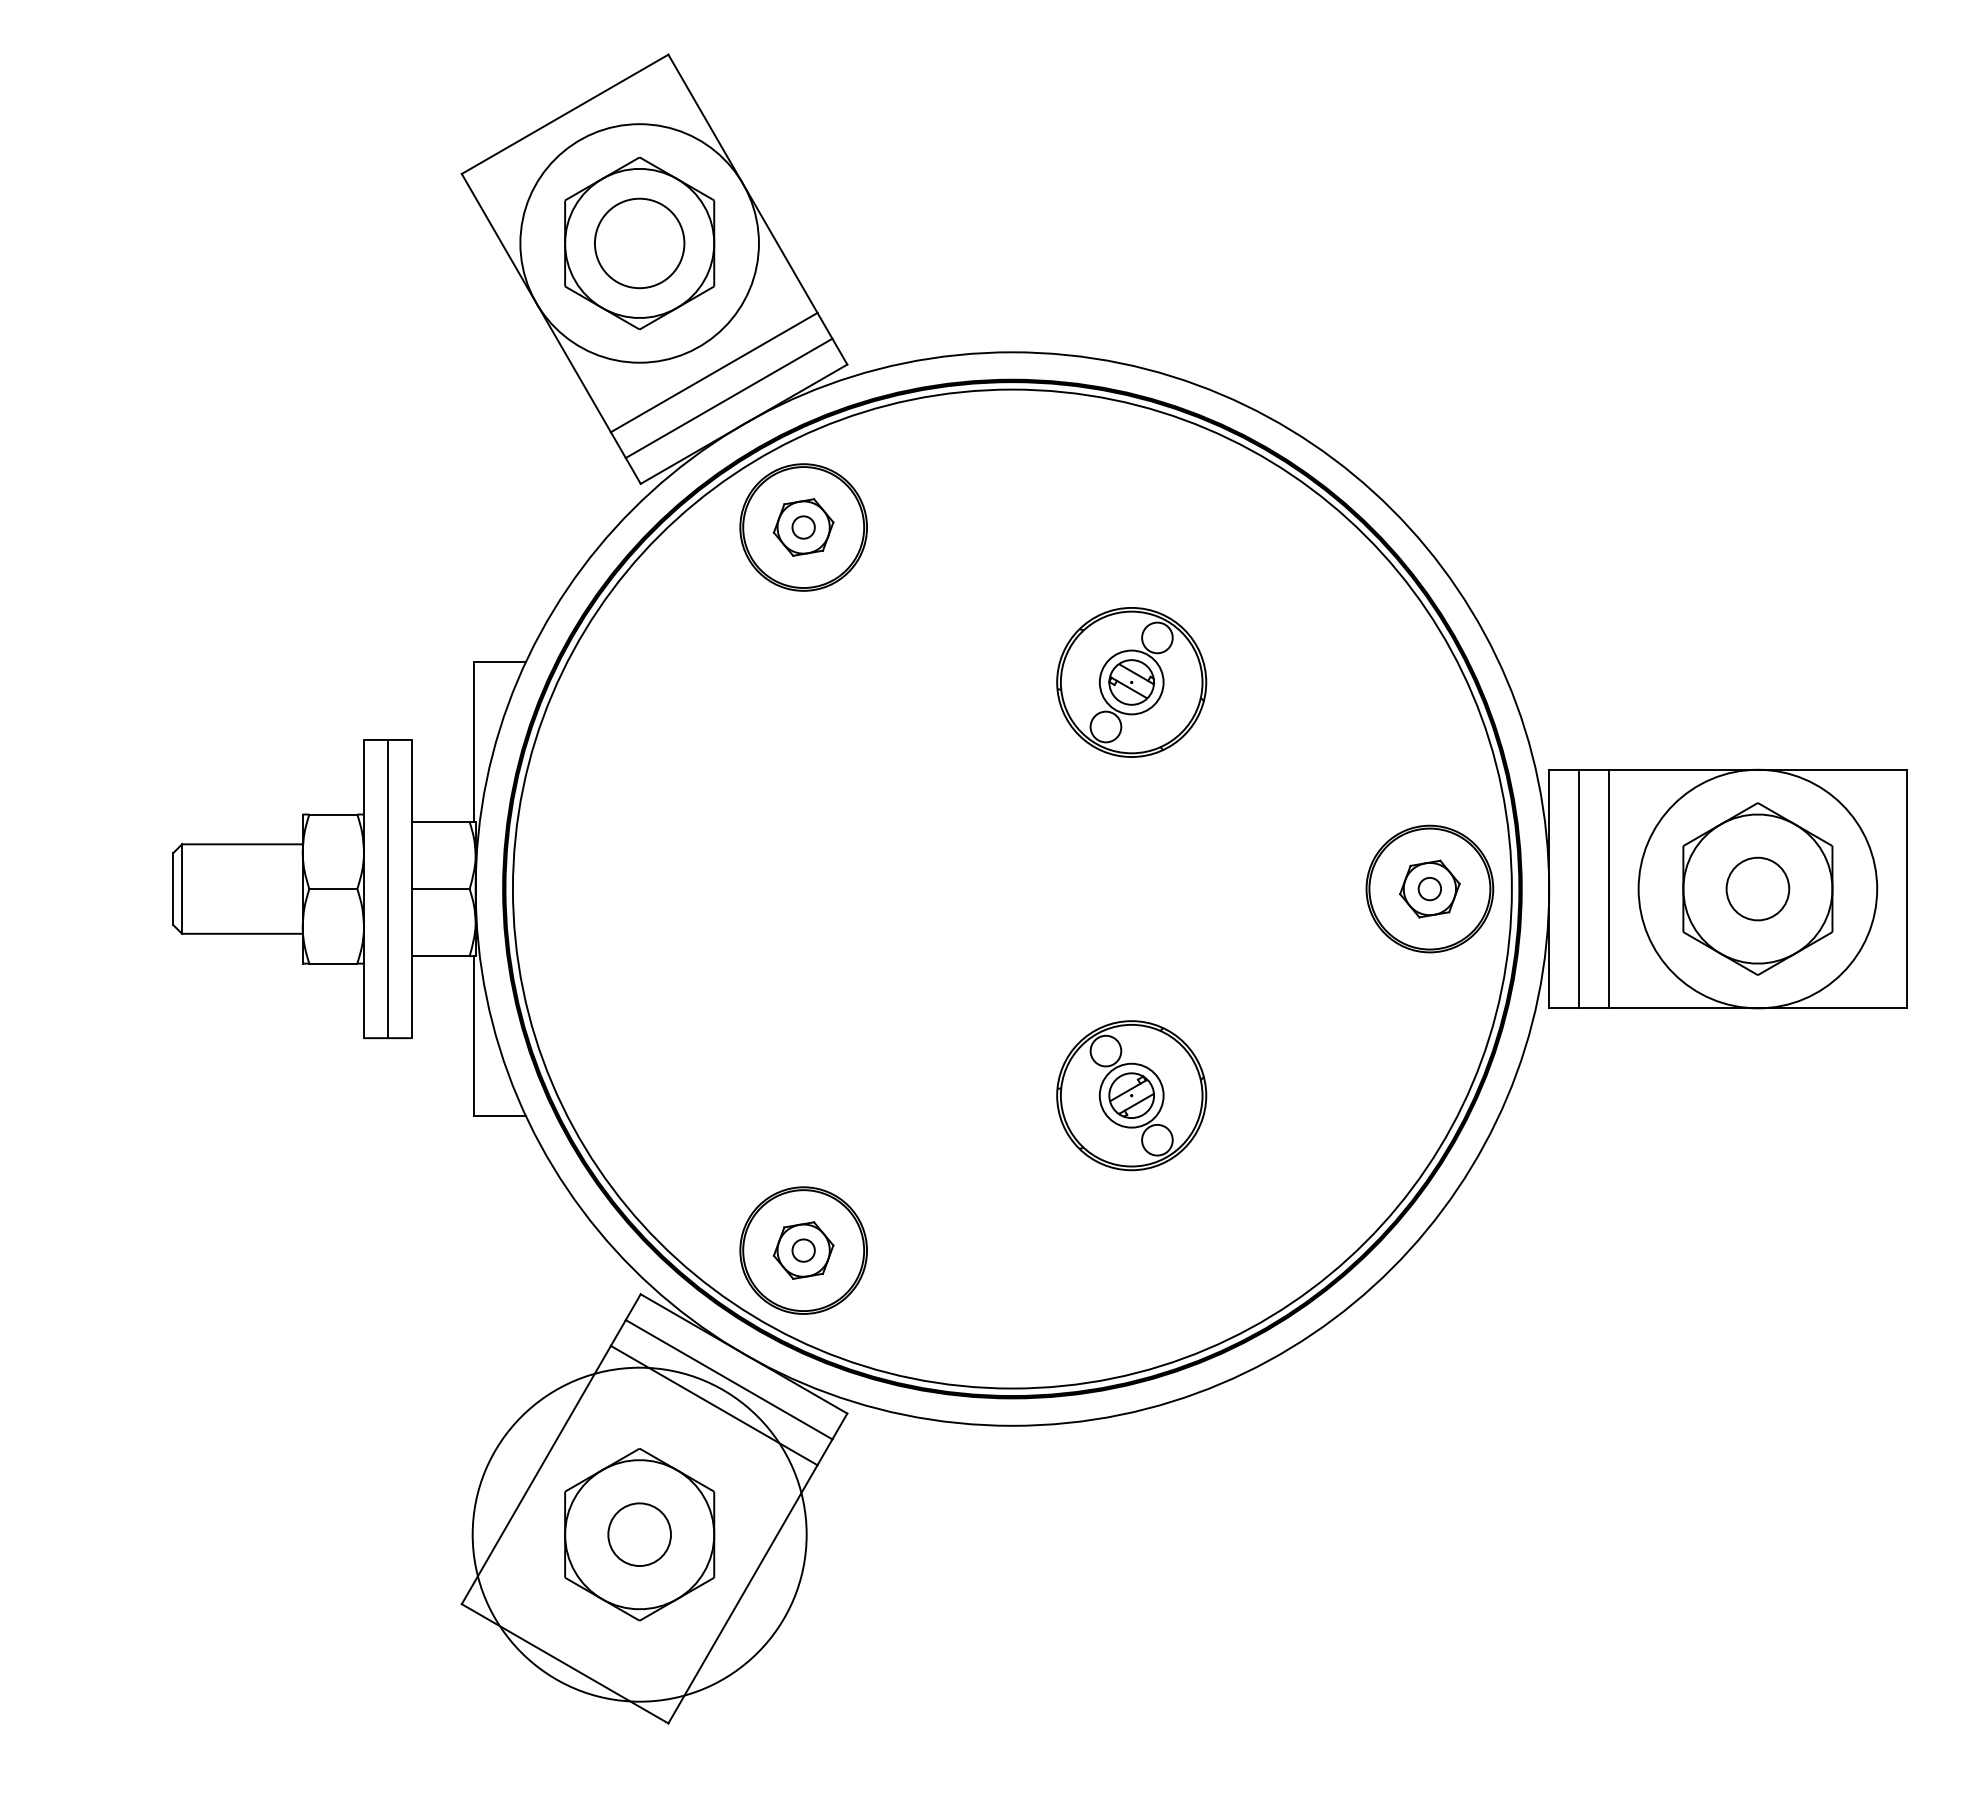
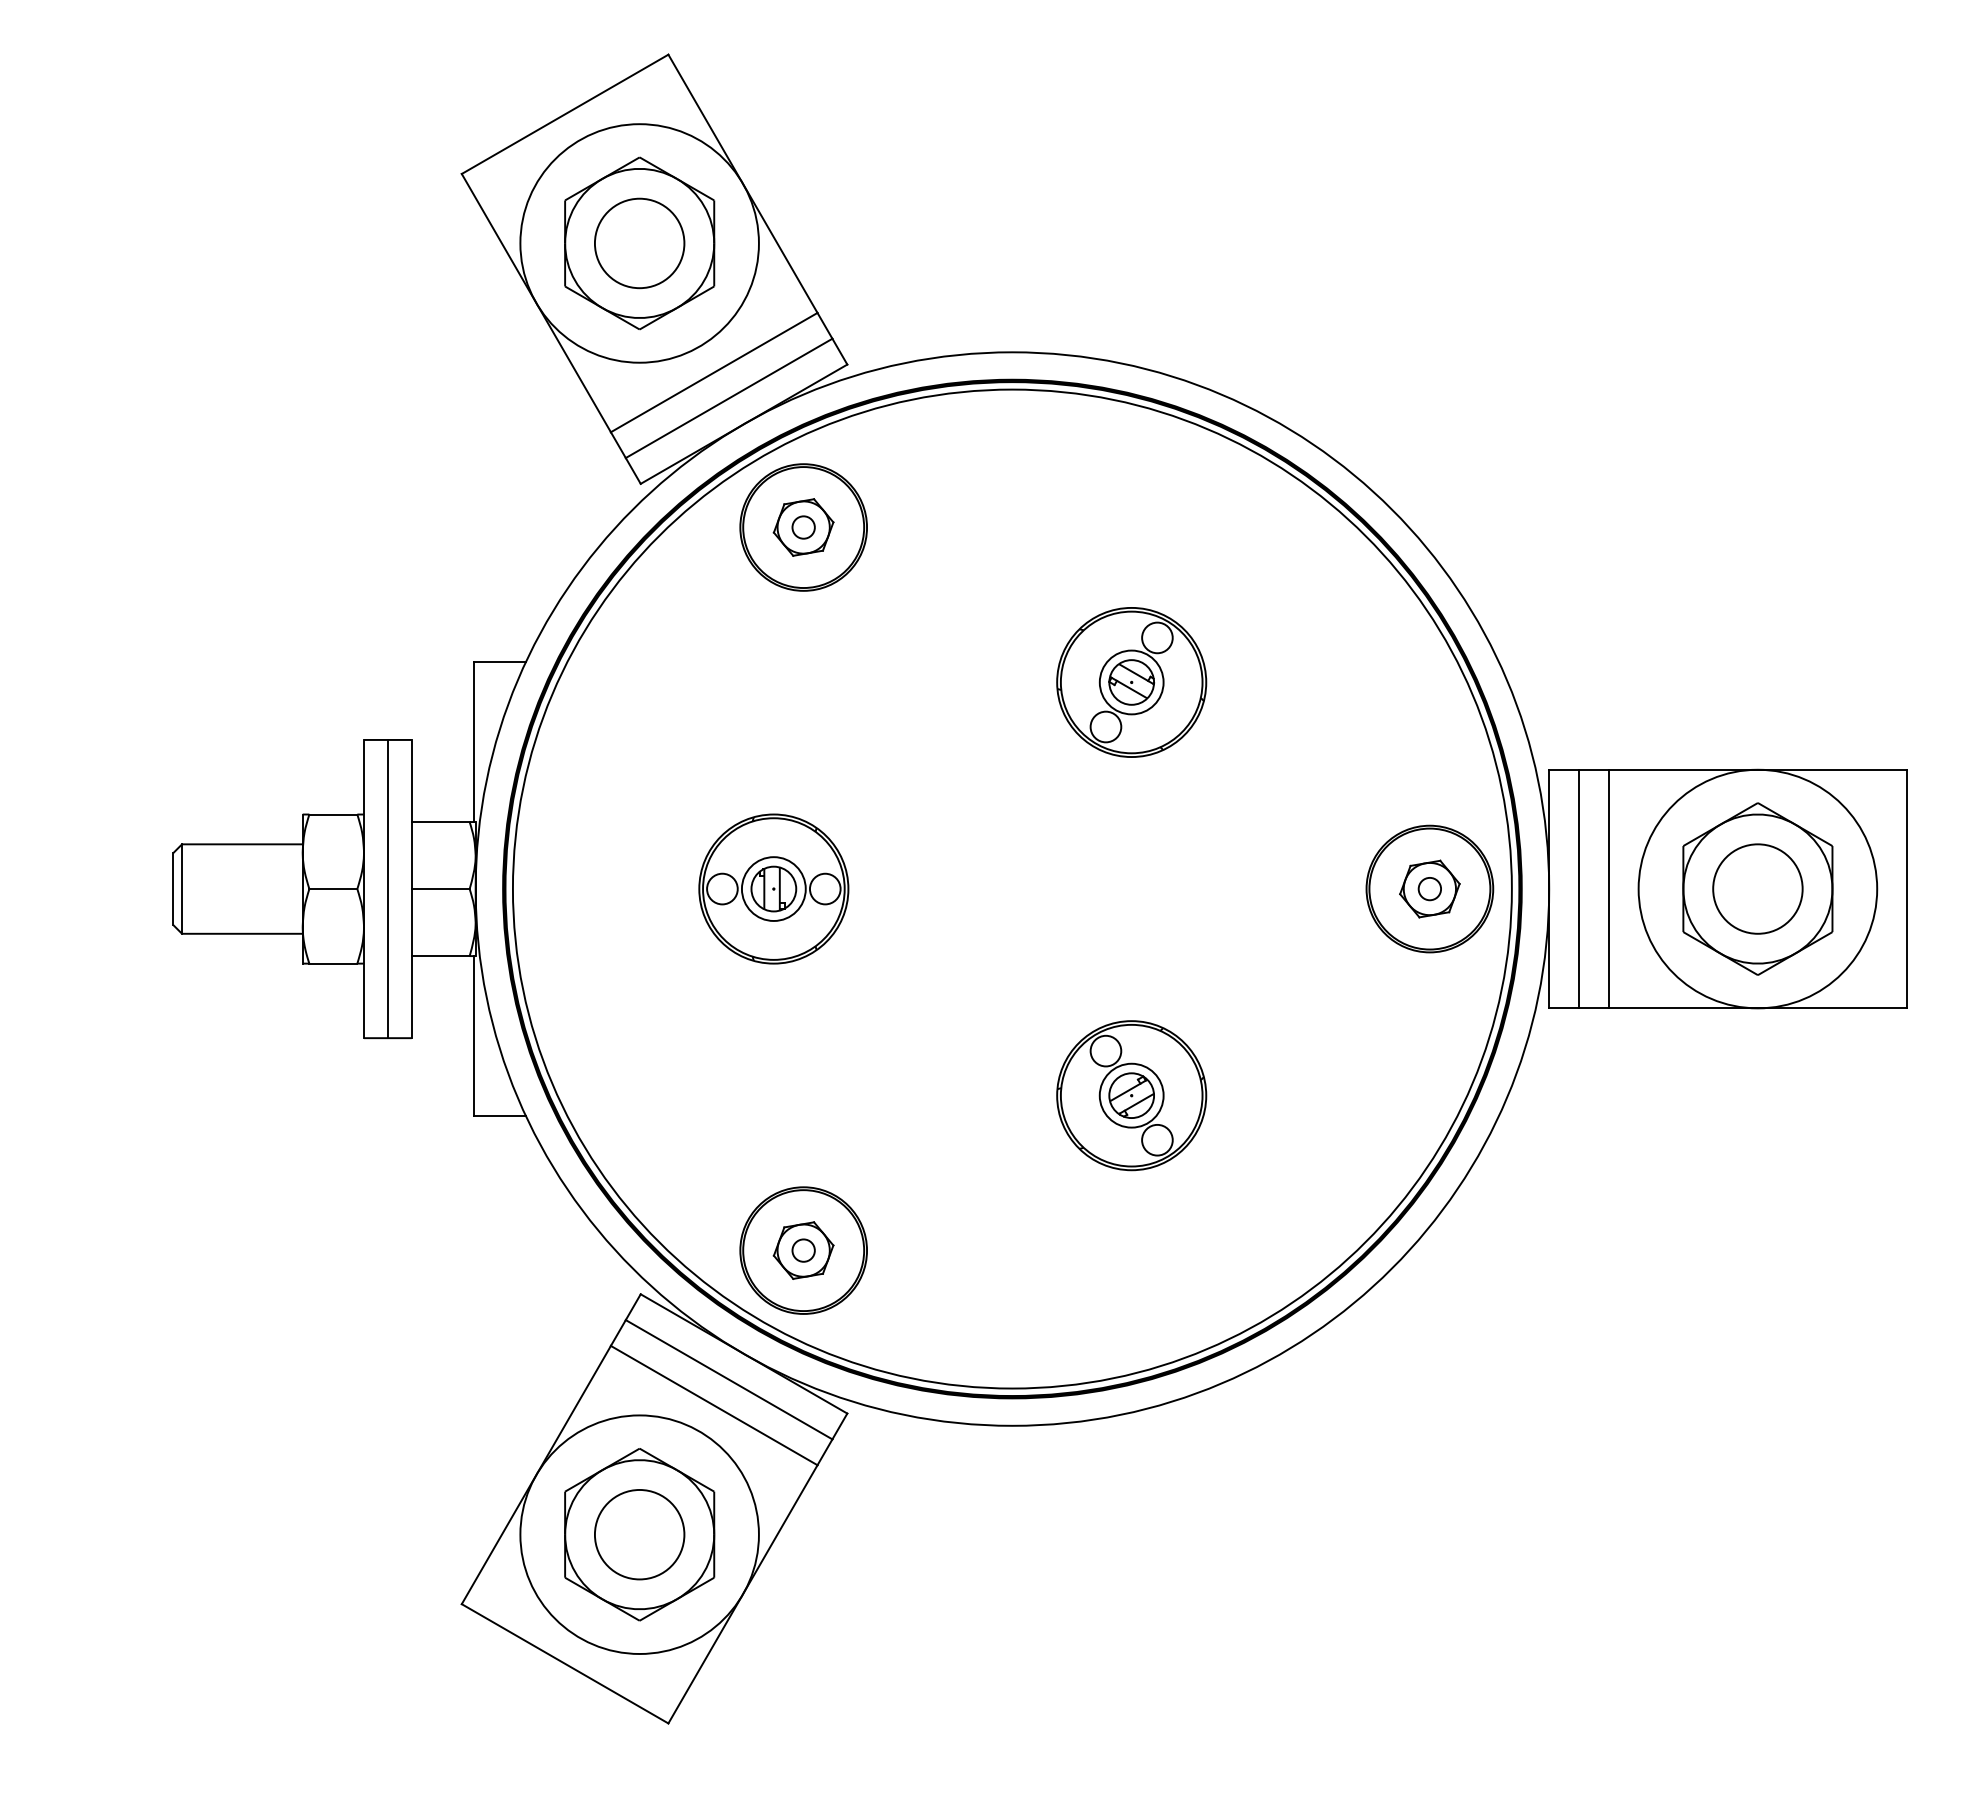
part at (773, 888): none -> present
circle at (1757, 888) diameter: 63 px -> 89 px
circle at (639, 1534) diameter: 334 px -> 239 px
circle at (639, 1534) diameter: 63 px -> 89 px
